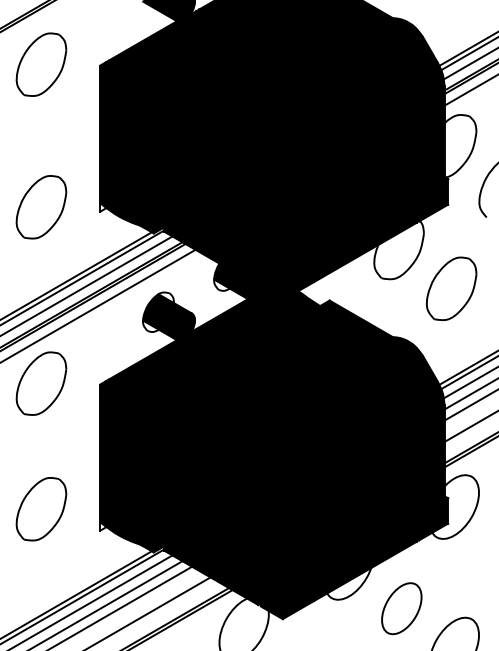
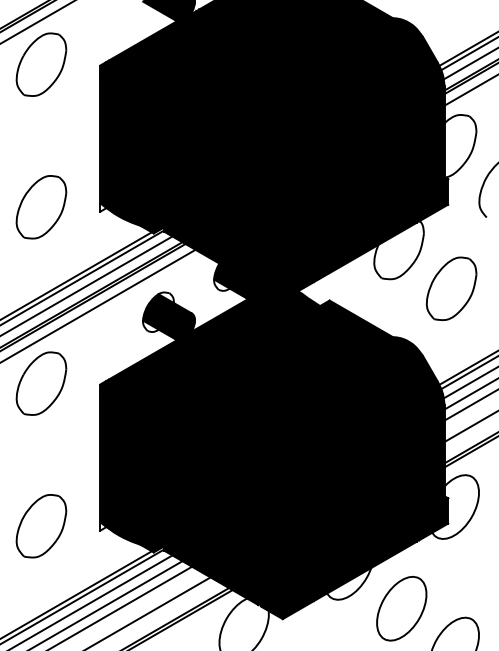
line at (37, 22): none -> present
part at (41, 509) position: (41, 509) -> (41, 526)
part at (401, 608) size: 42x54 px -> 52x67 px
